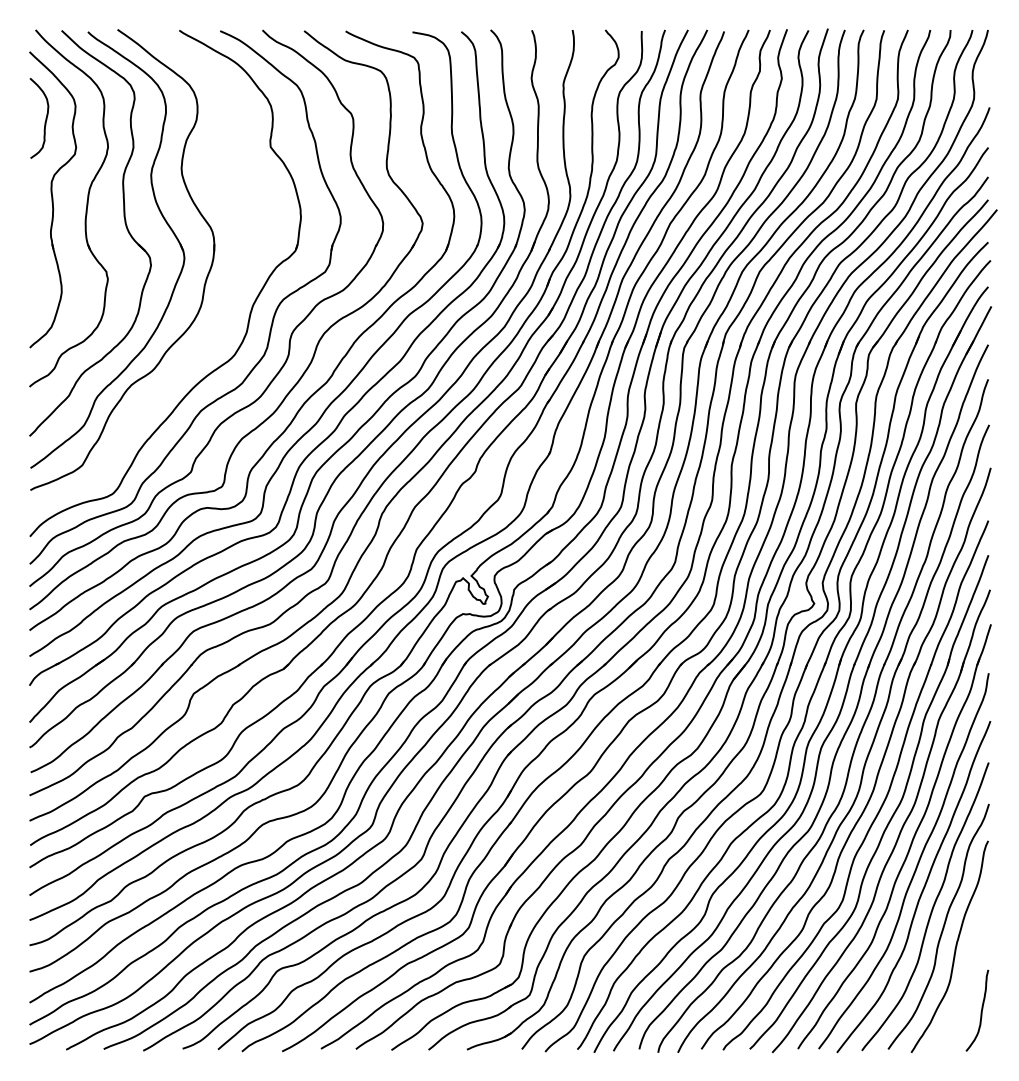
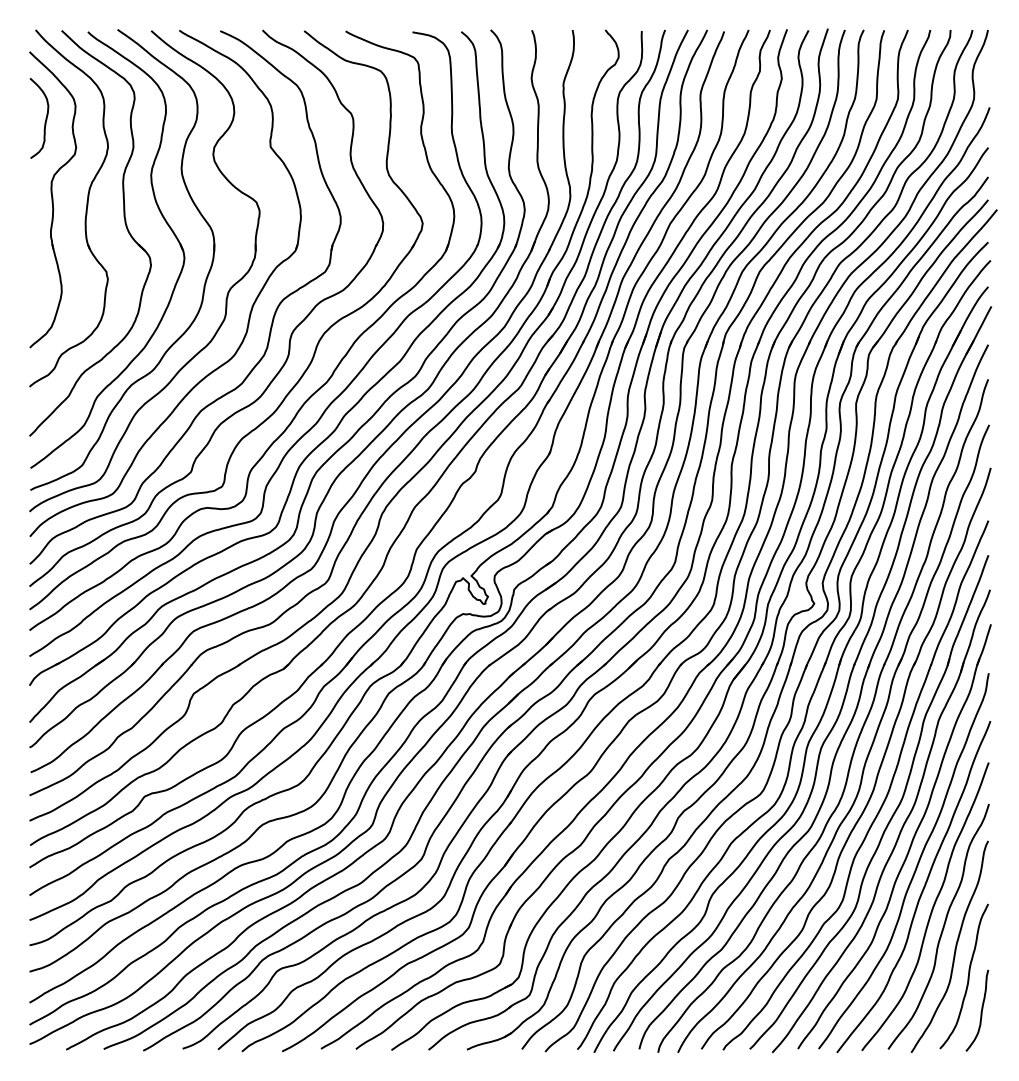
part at (226, 295): none -> present
curve at (967, 976): none -> present
